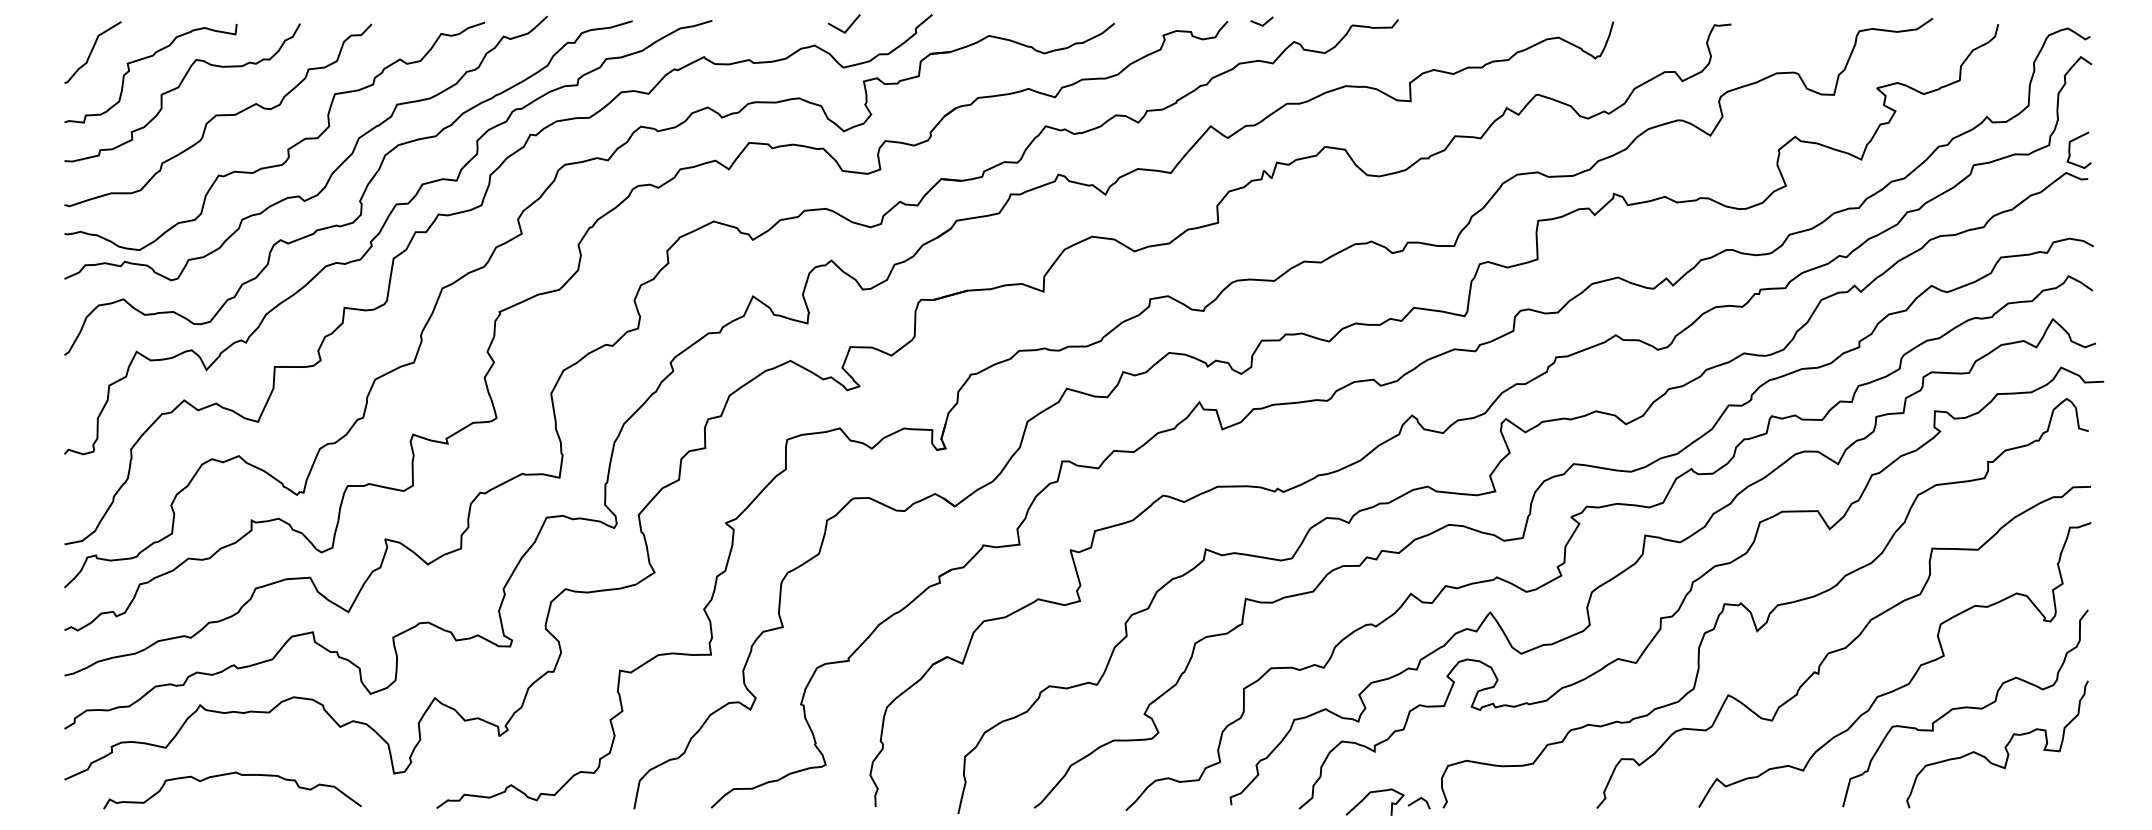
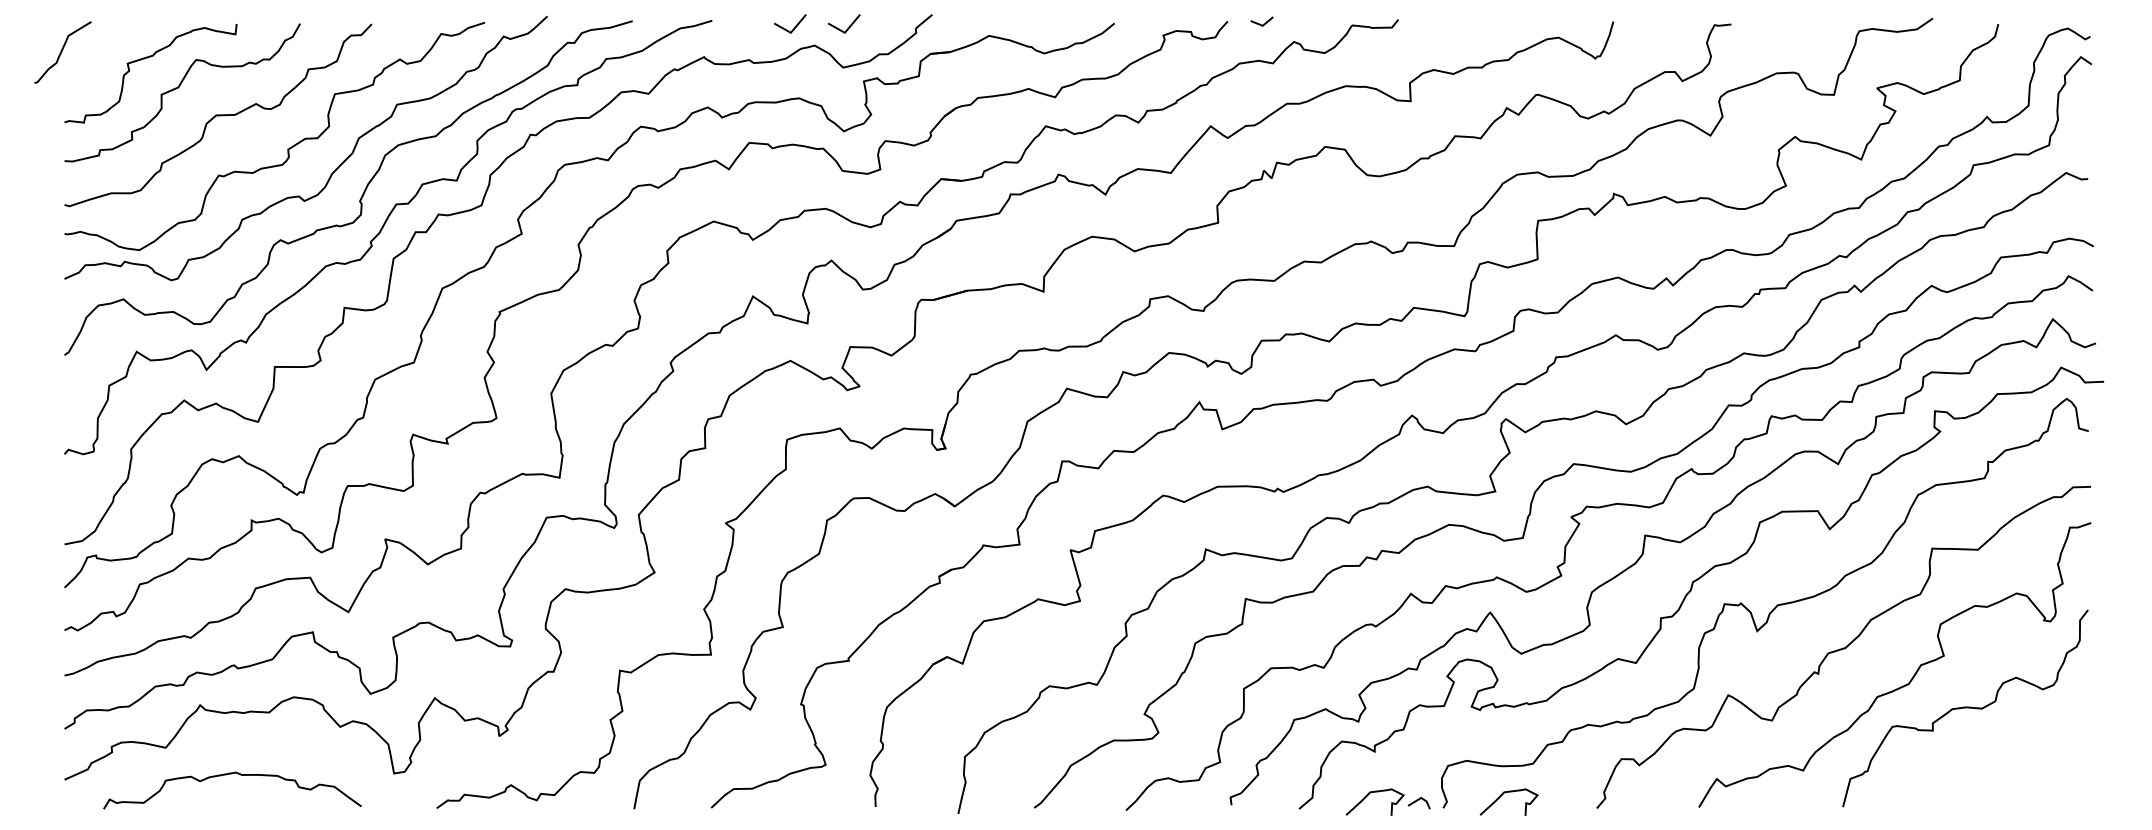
line at (794, 26): none -> present
curve at (92, 52) position: (92, 52) -> (62, 52)
curve at (2070, 149): present -> none
curve at (2004, 747): present -> none
curve at (1502, 795): none -> present
